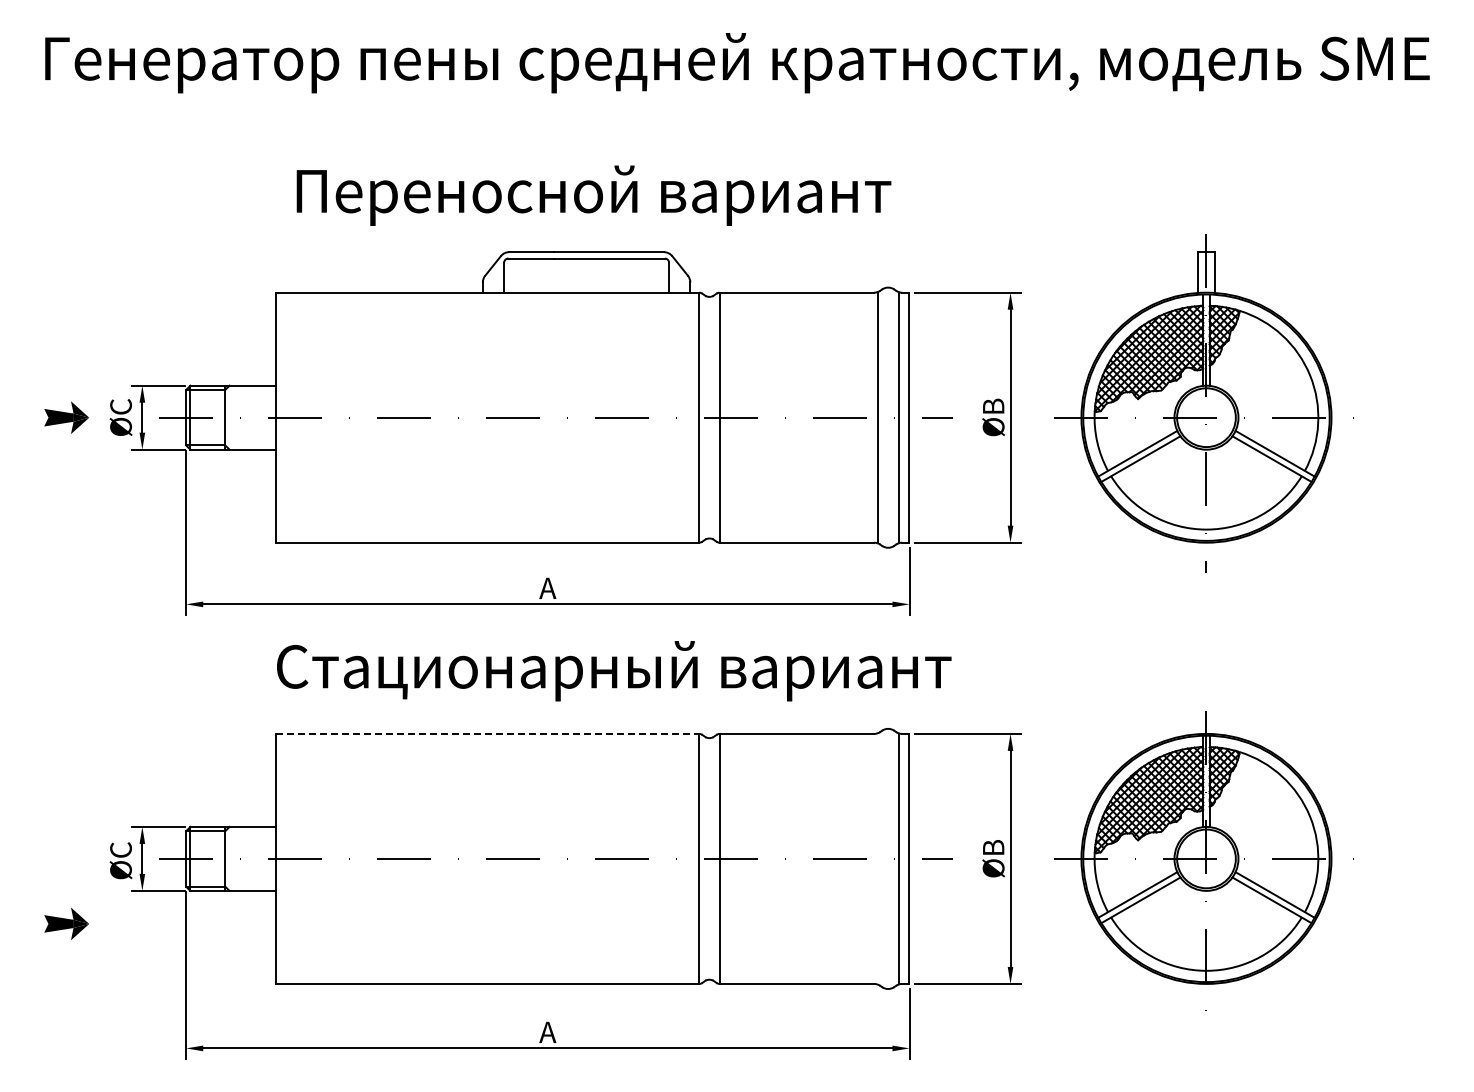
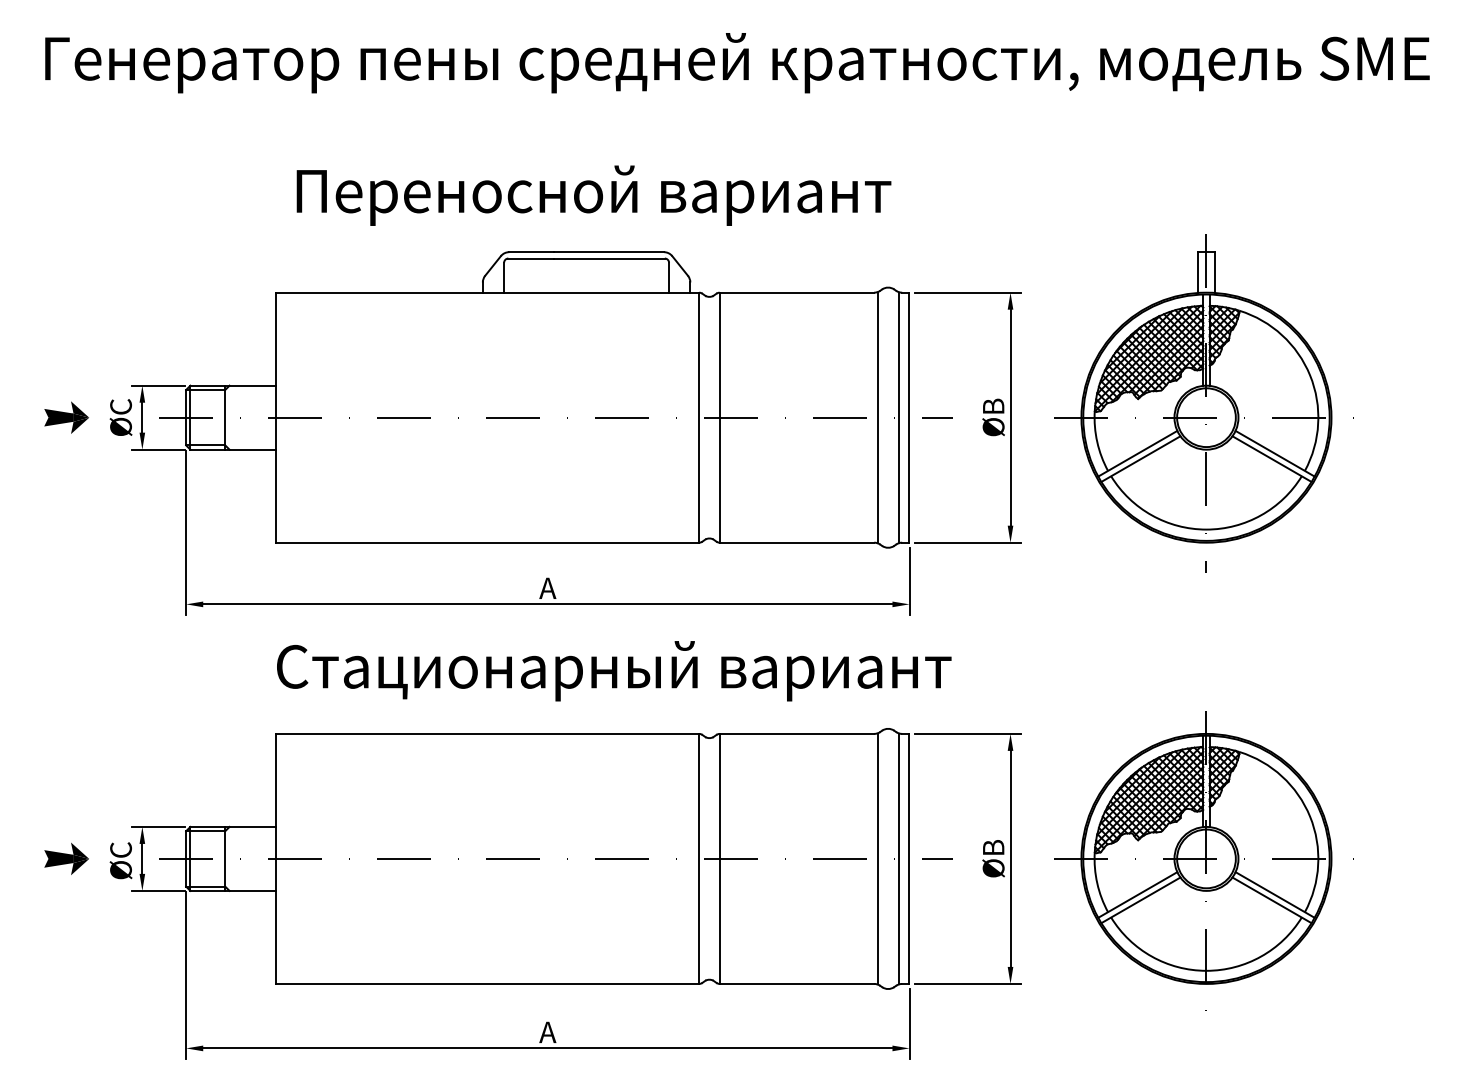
line at (488, 733): dashed -> solid
line at (877, 858): none -> present
part at (66, 923) position: (66, 923) -> (66, 858)
